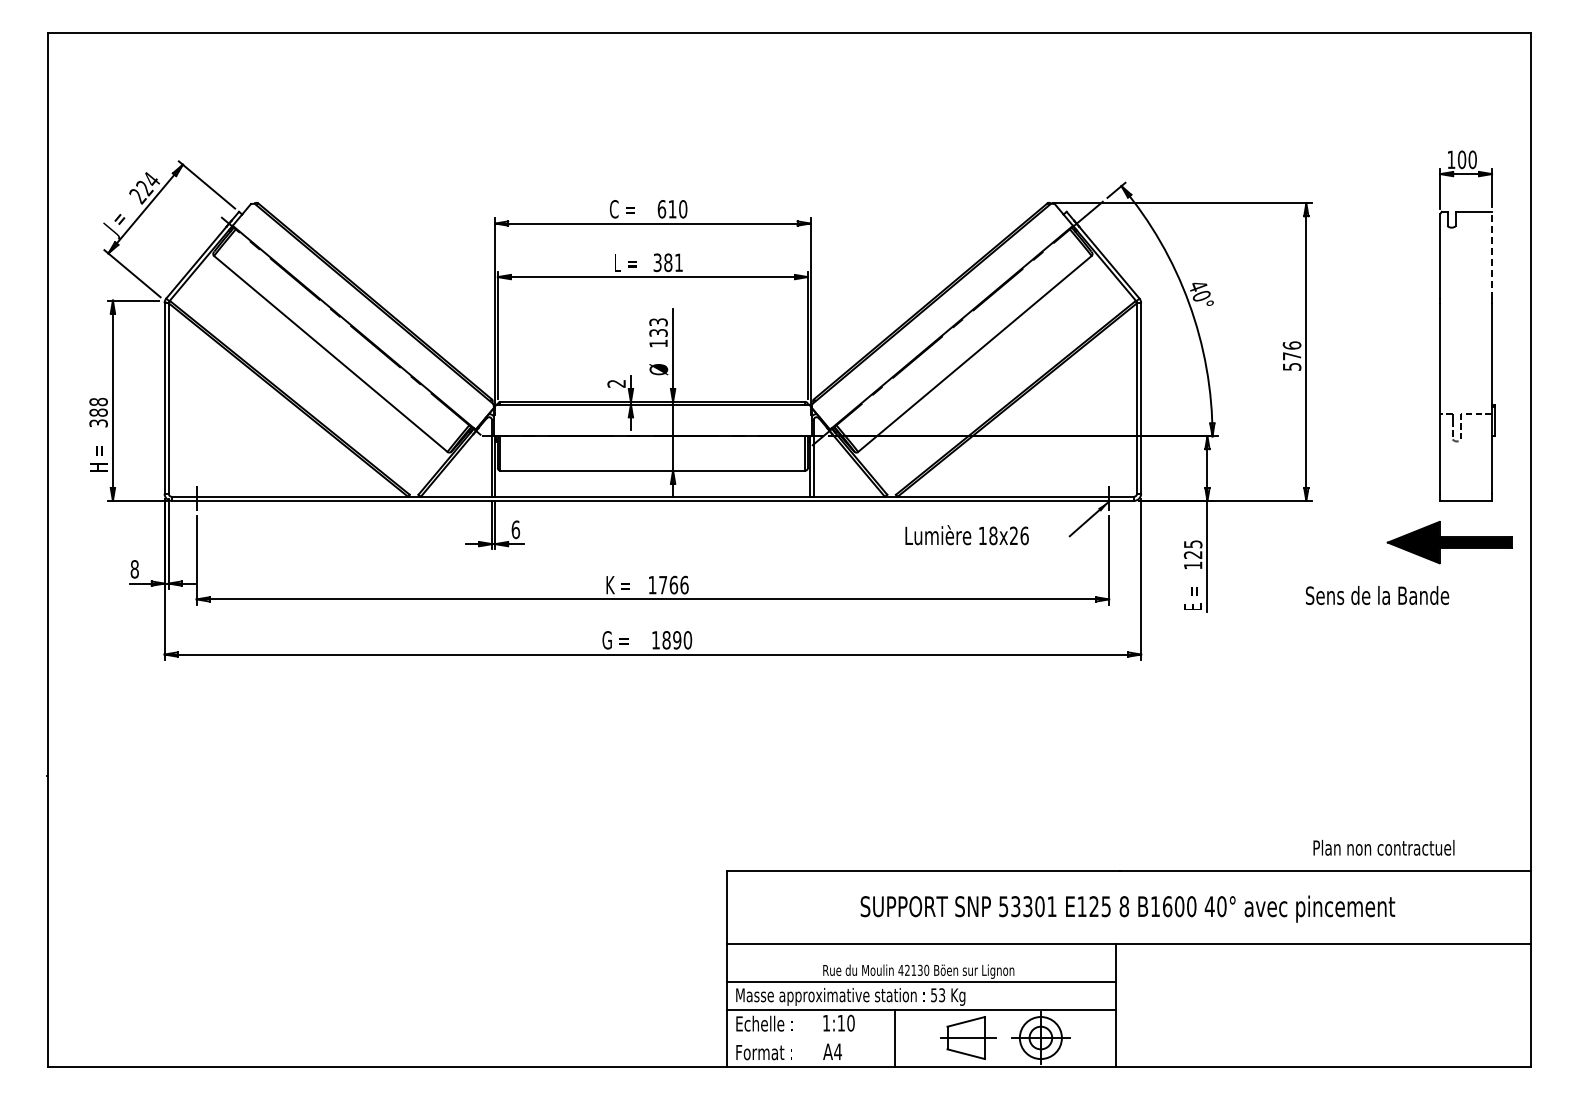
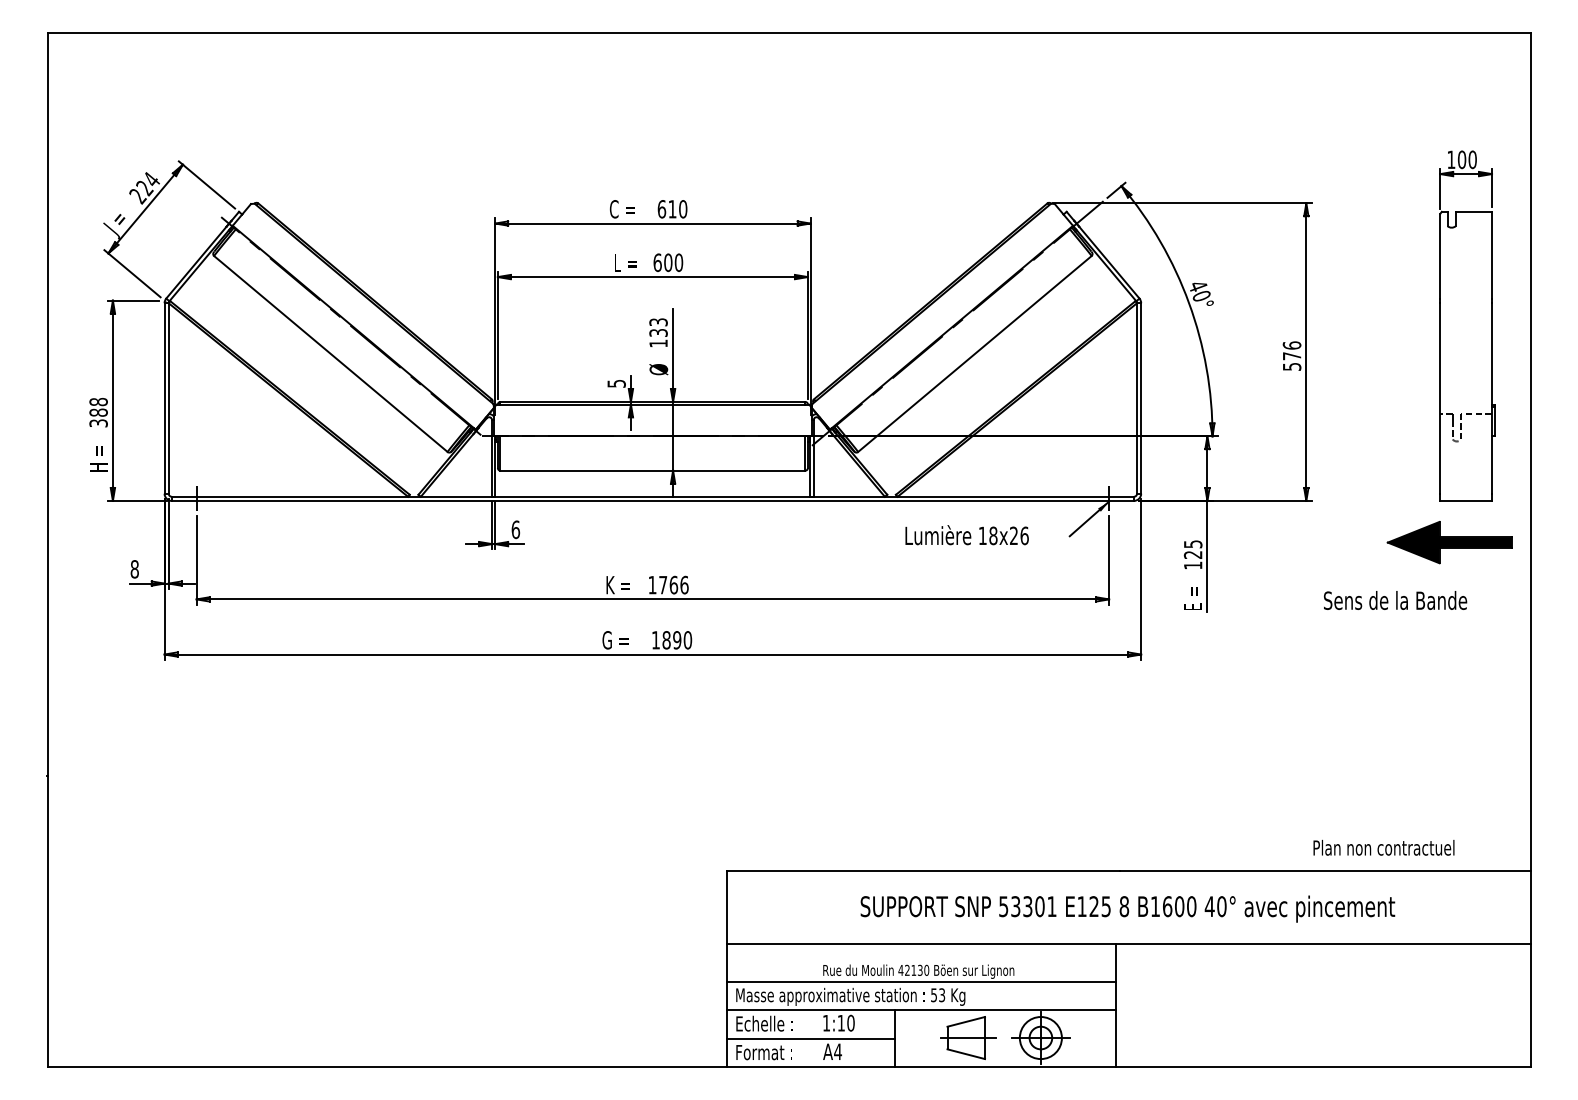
line at (1491, 254): dashed -> solid
text at (668, 262): 381 -> 600
text at (616, 383): 2 -> 5
text at (1377, 595) position: (1377, 595) -> (1395, 600)
line at (810, 1038): none -> present
